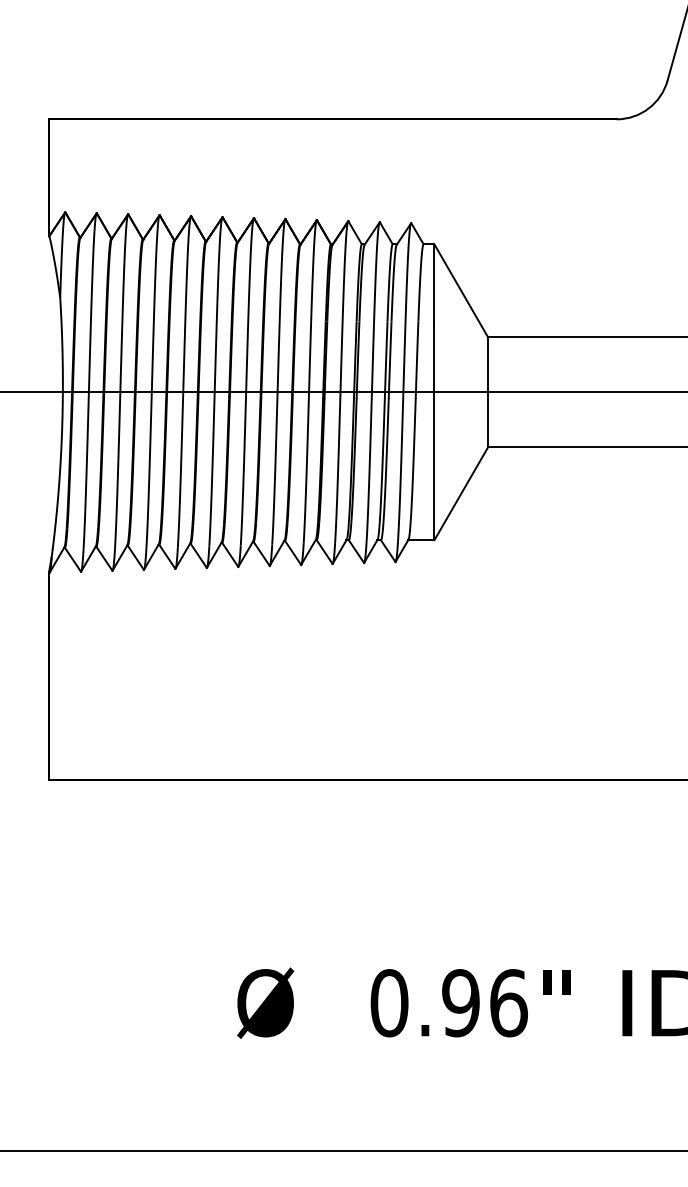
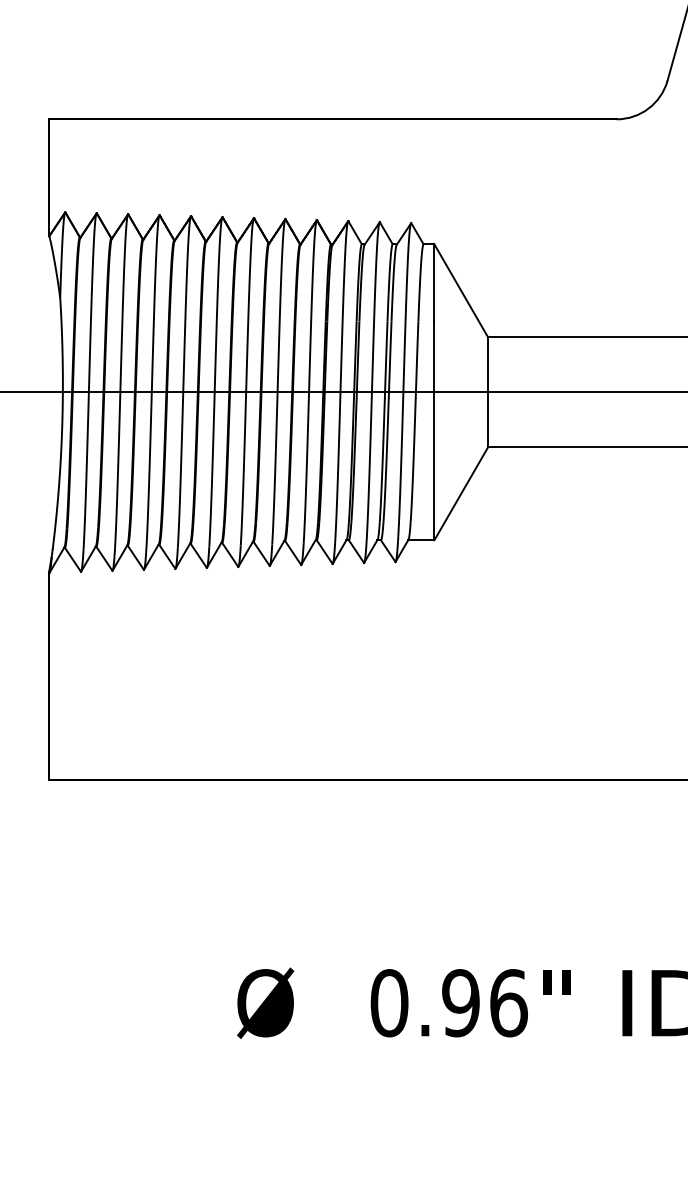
line at (343, 1151): present -> none
